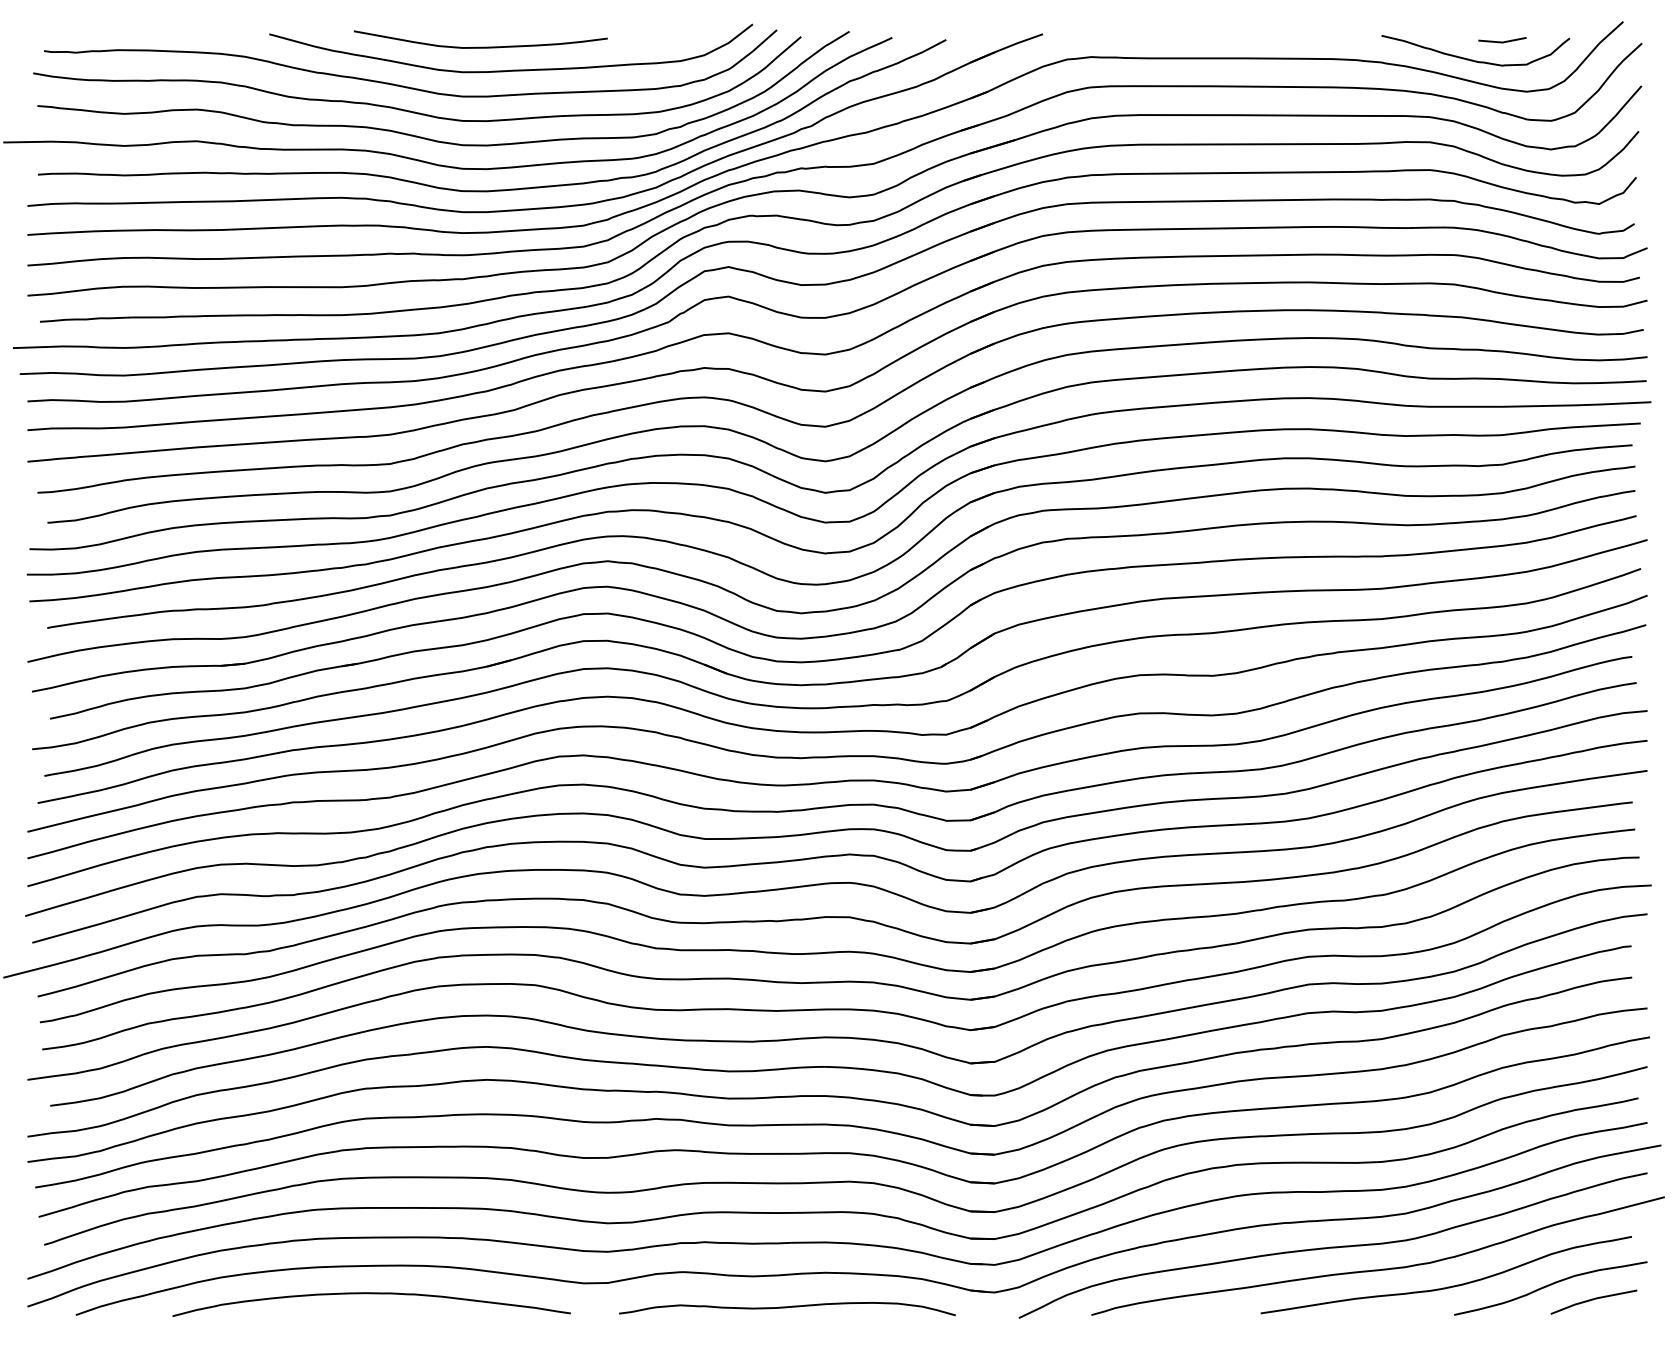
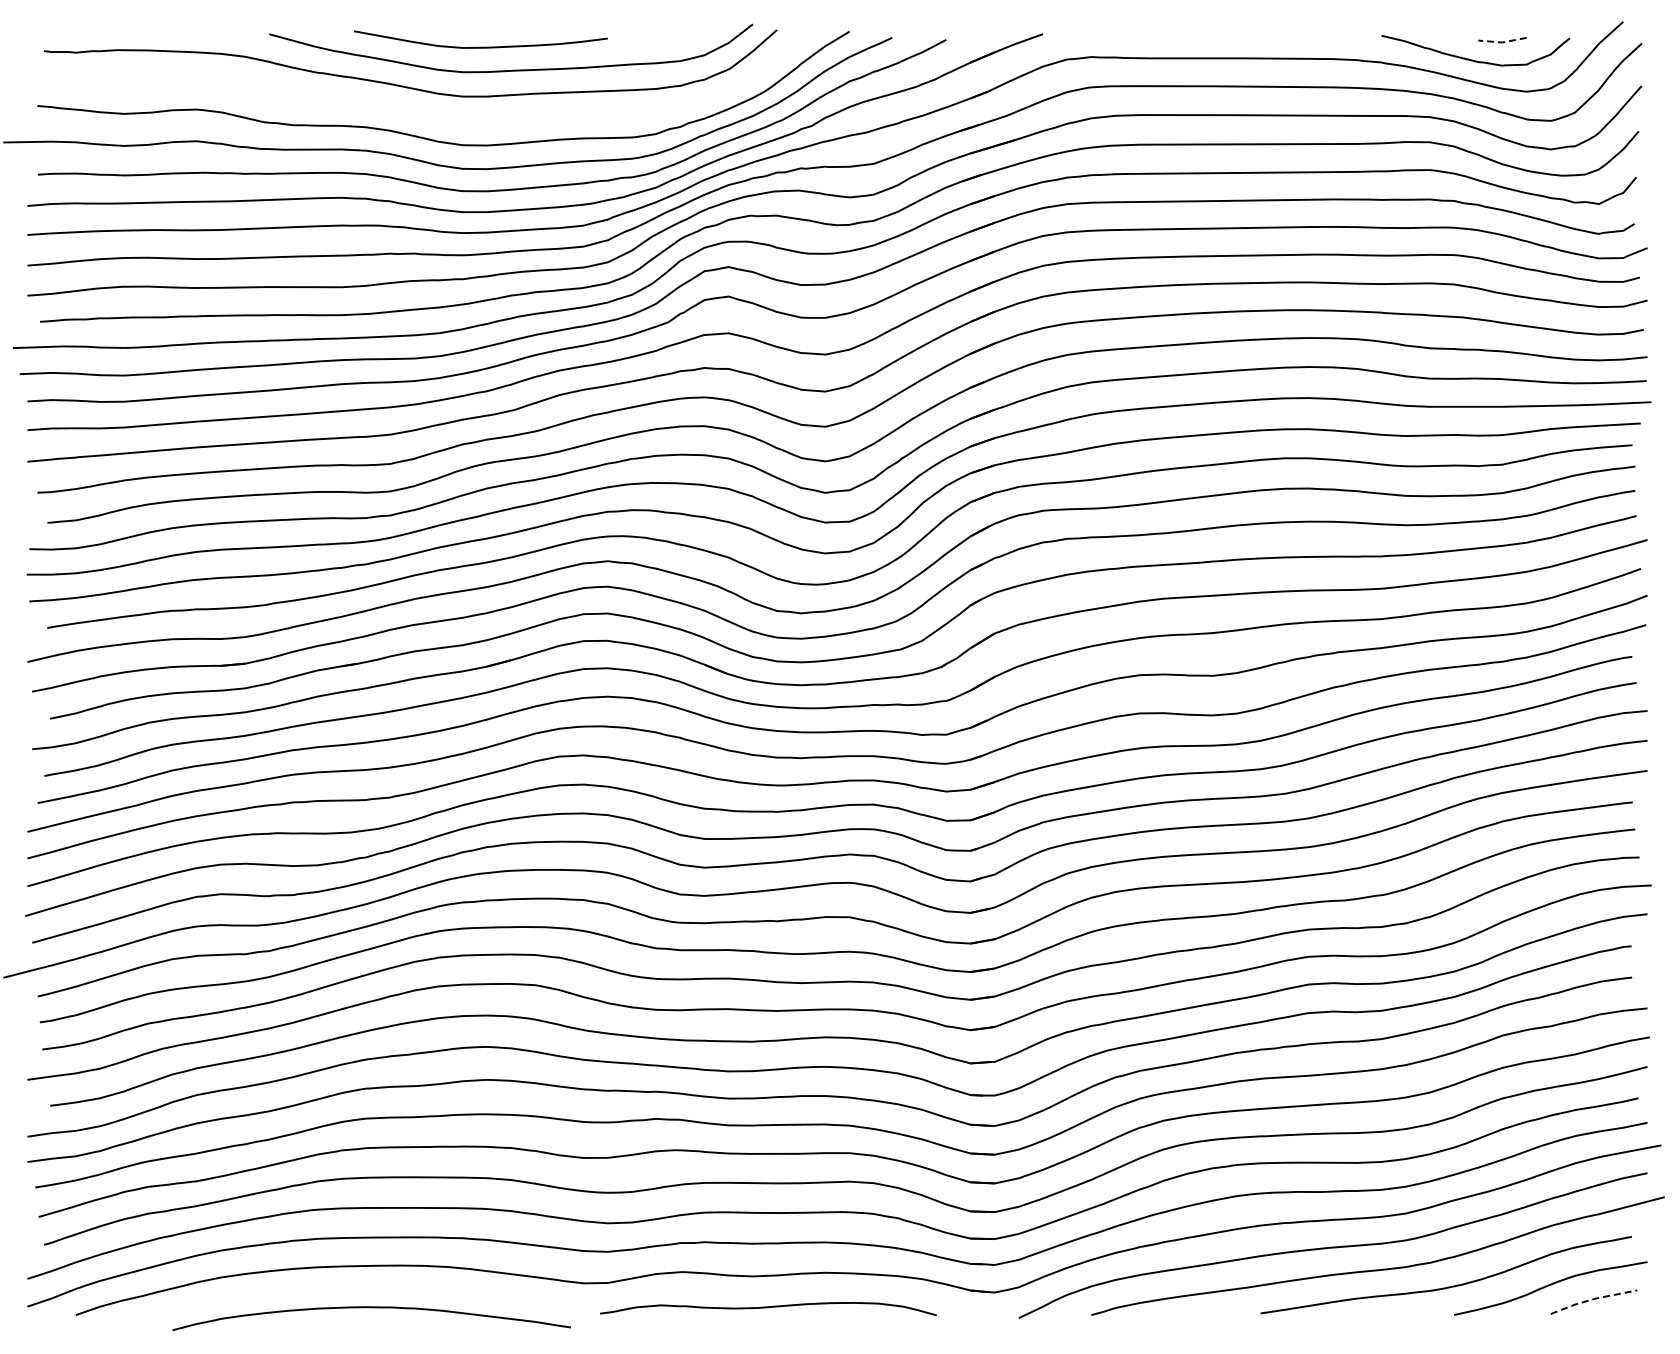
line at (1502, 42): solid -> dashed
curve at (410, 110): present -> none
curve at (371, 1294) position: (371, 1294) -> (371, 1308)
line at (1593, 1299): solid -> dashed
curve at (787, 1308) position: (787, 1308) -> (768, 1308)
